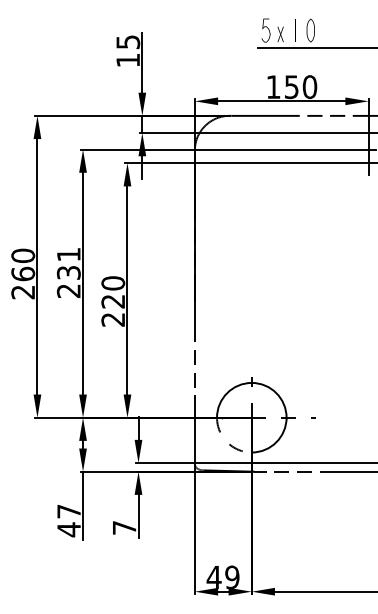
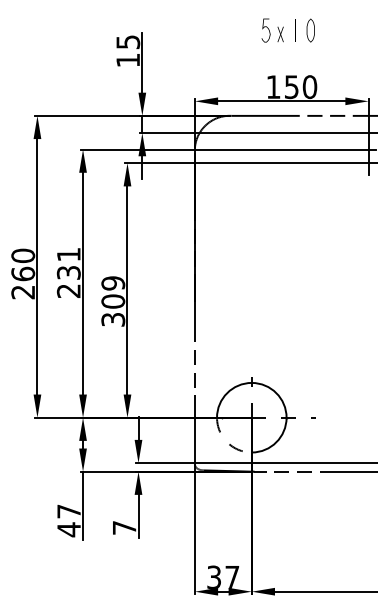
line at (316, 47): present -> none
text at (113, 301): 220 -> 309
text at (222, 577): 49 -> 37
